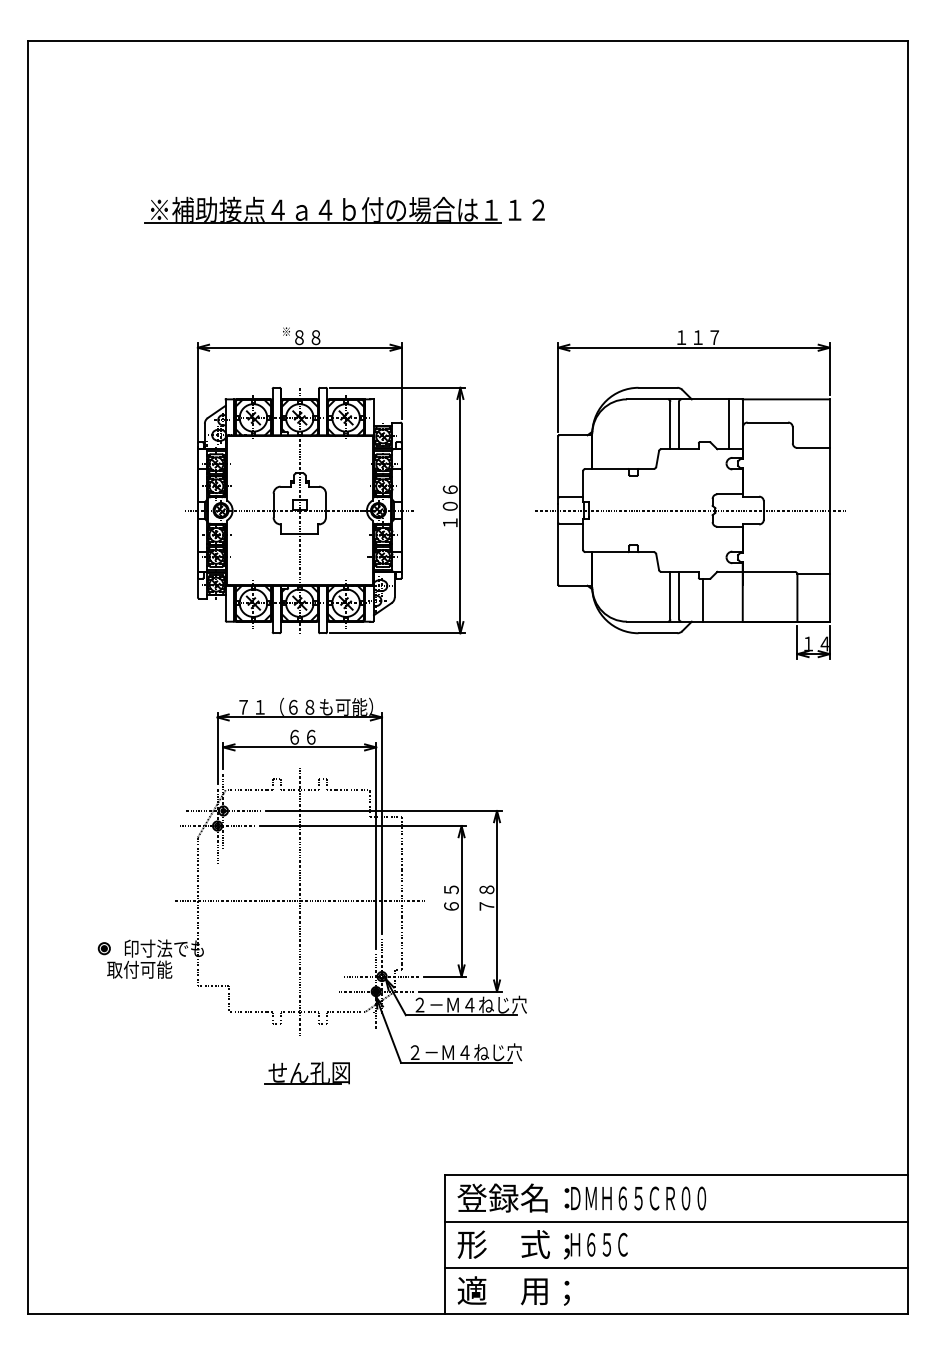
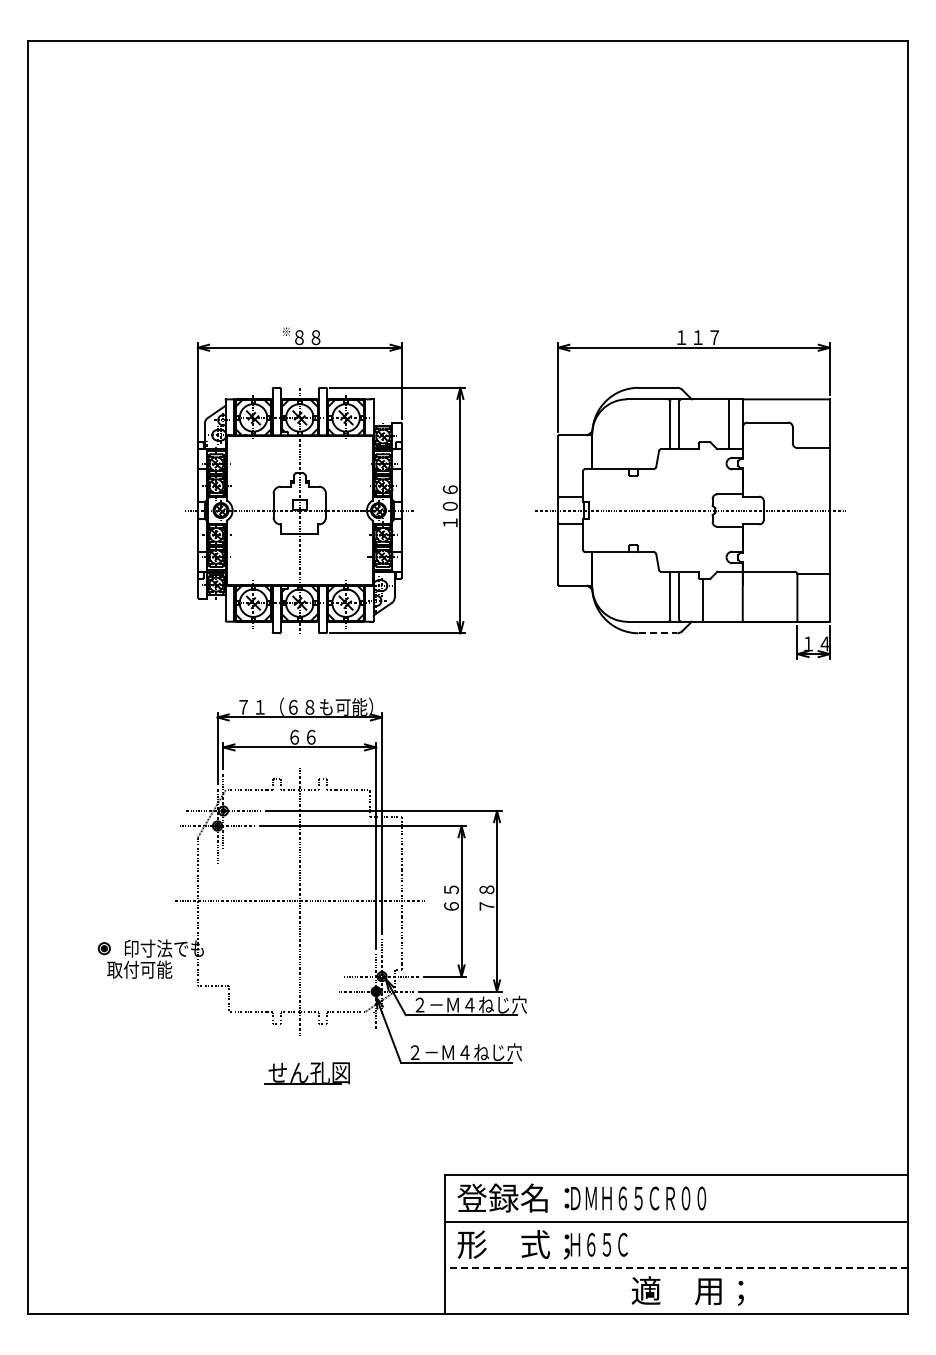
part at (344, 209): present -> none
line at (658, 633): solid -> dashed
line at (676, 1268): solid -> dashed
text at (513, 1290) position: (513, 1290) -> (687, 1290)
